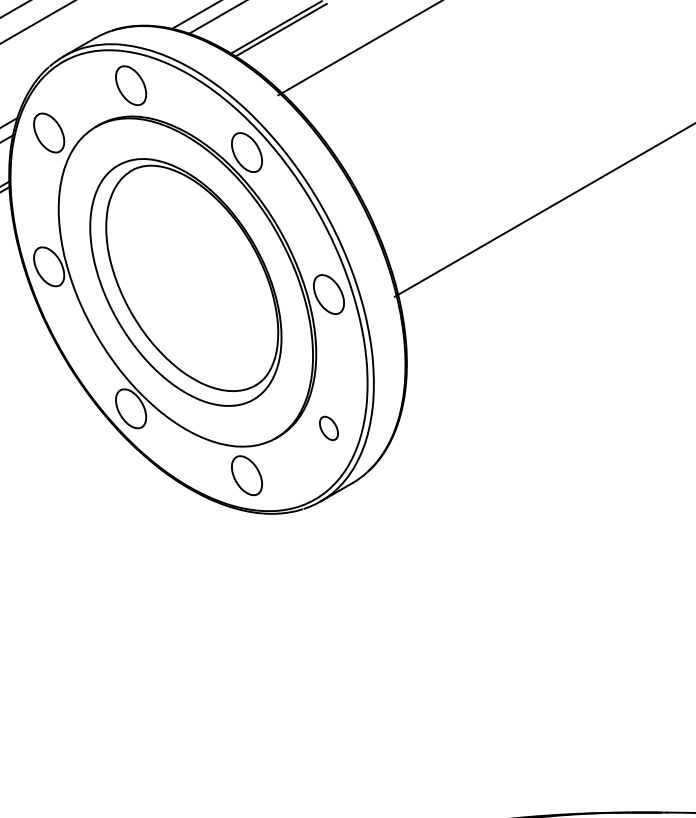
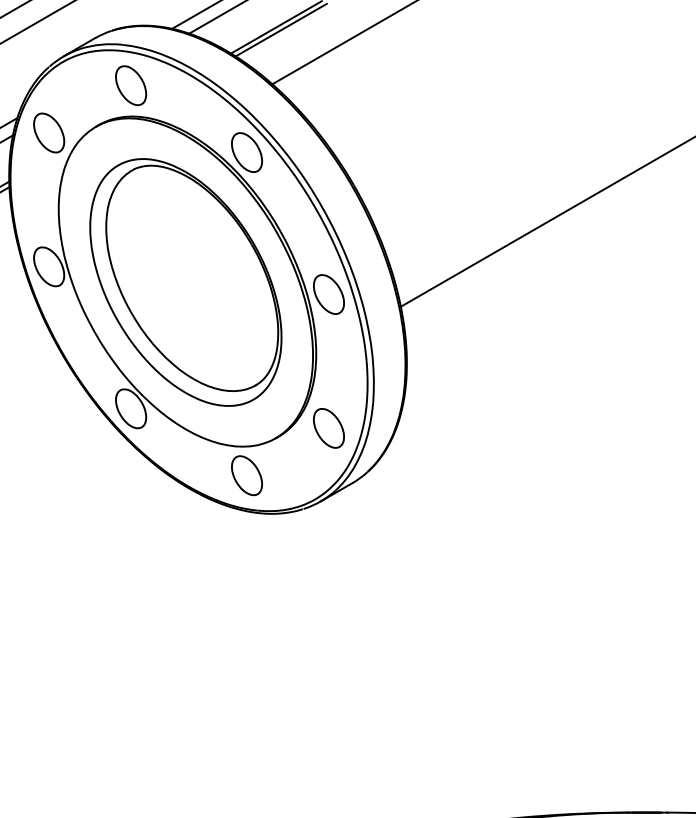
line at (358, 48) position: (358, 48) -> (343, 43)
line at (543, 210) position: (543, 210) -> (546, 222)
part at (328, 427) size: 20x26 px -> 32x41 px
